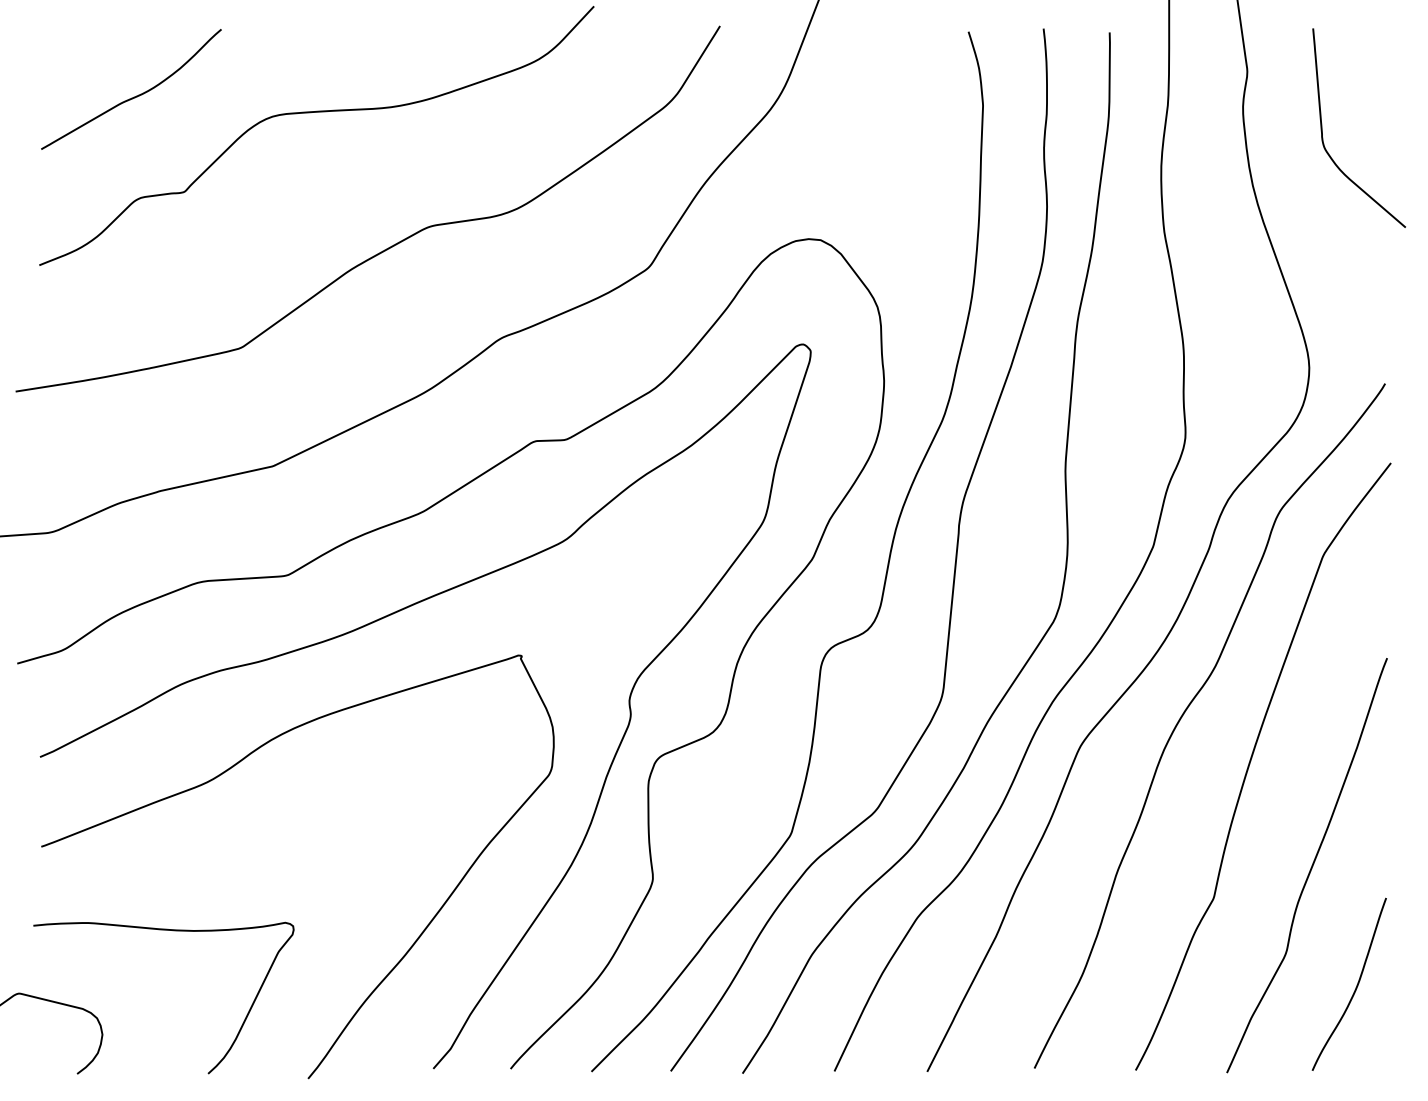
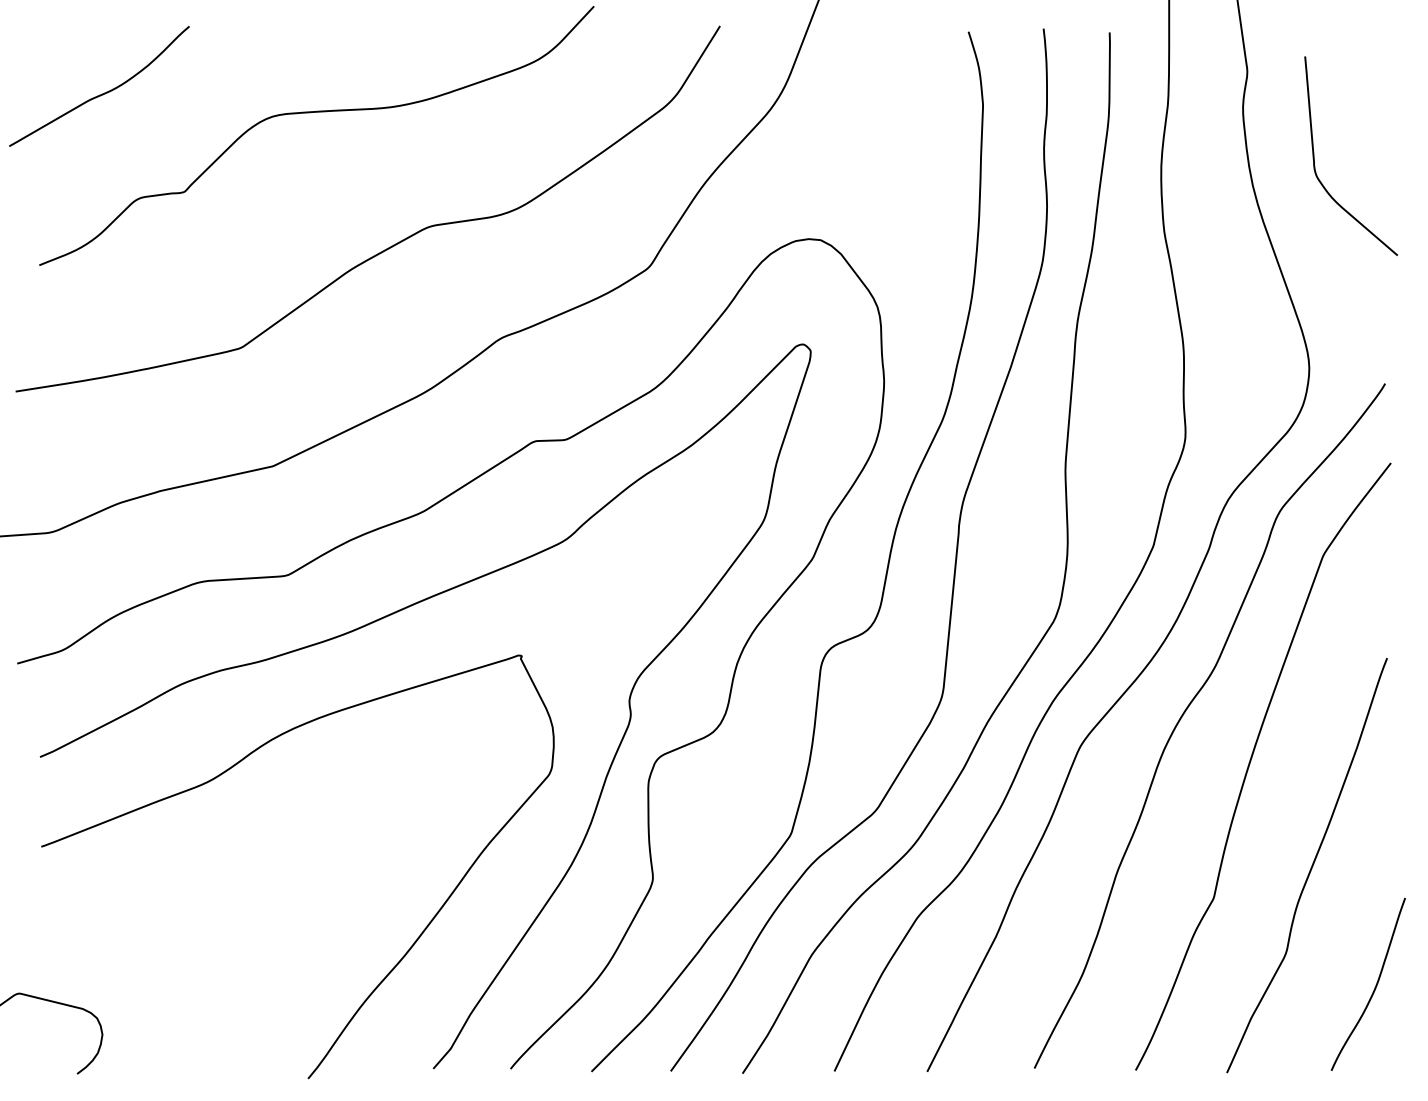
curve at (134, 96) position: (134, 96) -> (102, 93)
curve at (1322, 127) position: (1322, 127) -> (1314, 155)
curve at (173, 931): present -> none
curve at (1355, 987) position: (1355, 987) -> (1374, 987)
